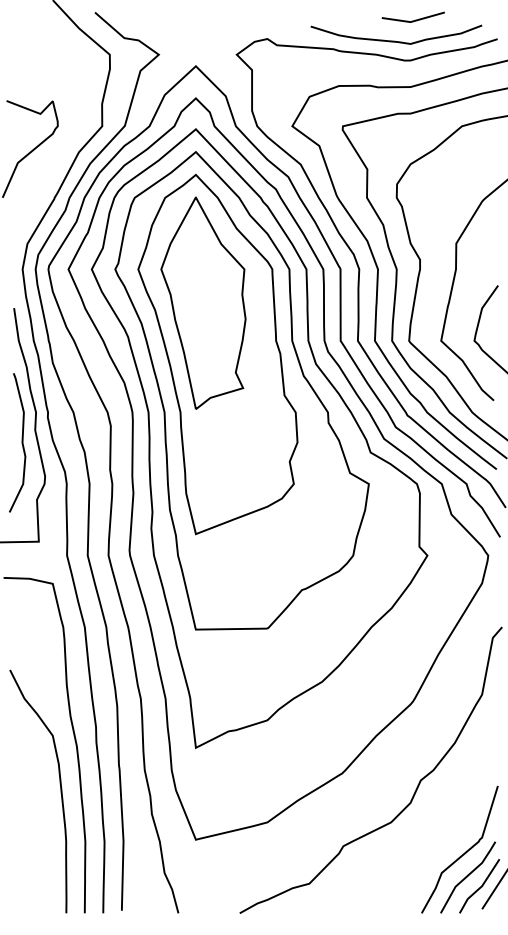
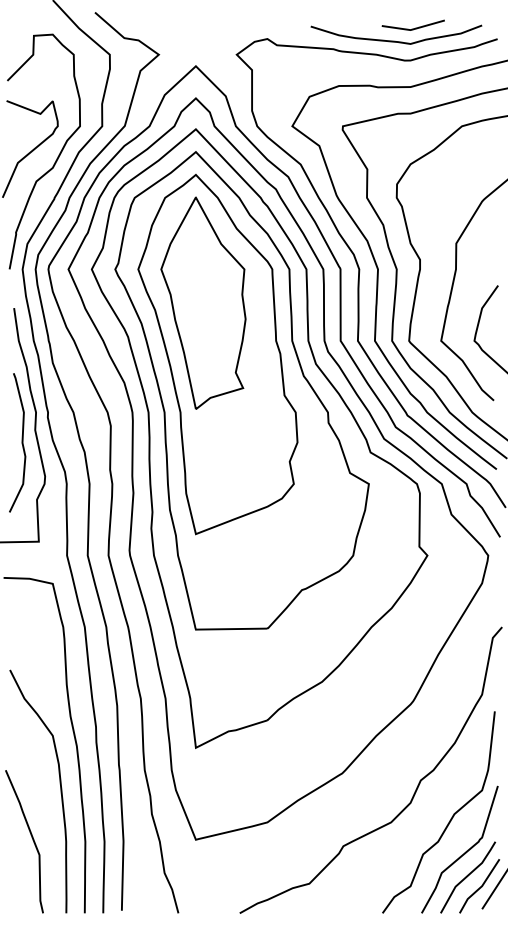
line at (412, 20) position: (412, 20) -> (412, 28)
curve at (56, 158): none -> present
curve at (450, 818): none -> present
curve at (31, 837): none -> present
